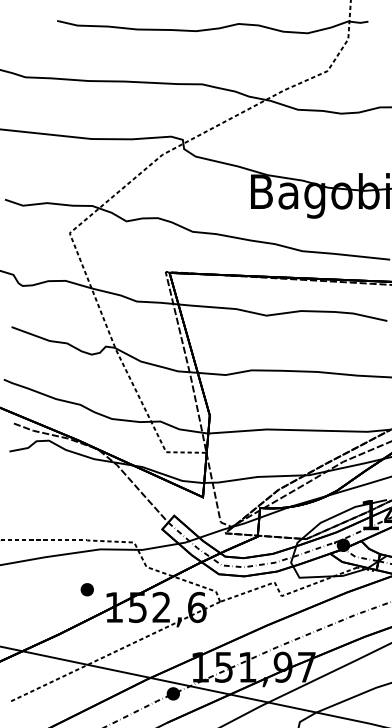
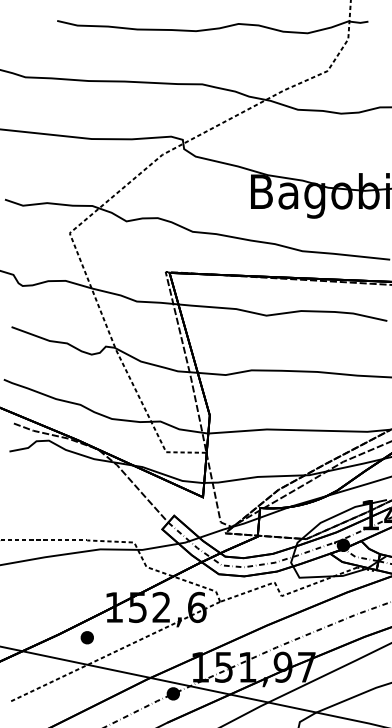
part at (86, 589) position: (86, 589) -> (86, 637)
